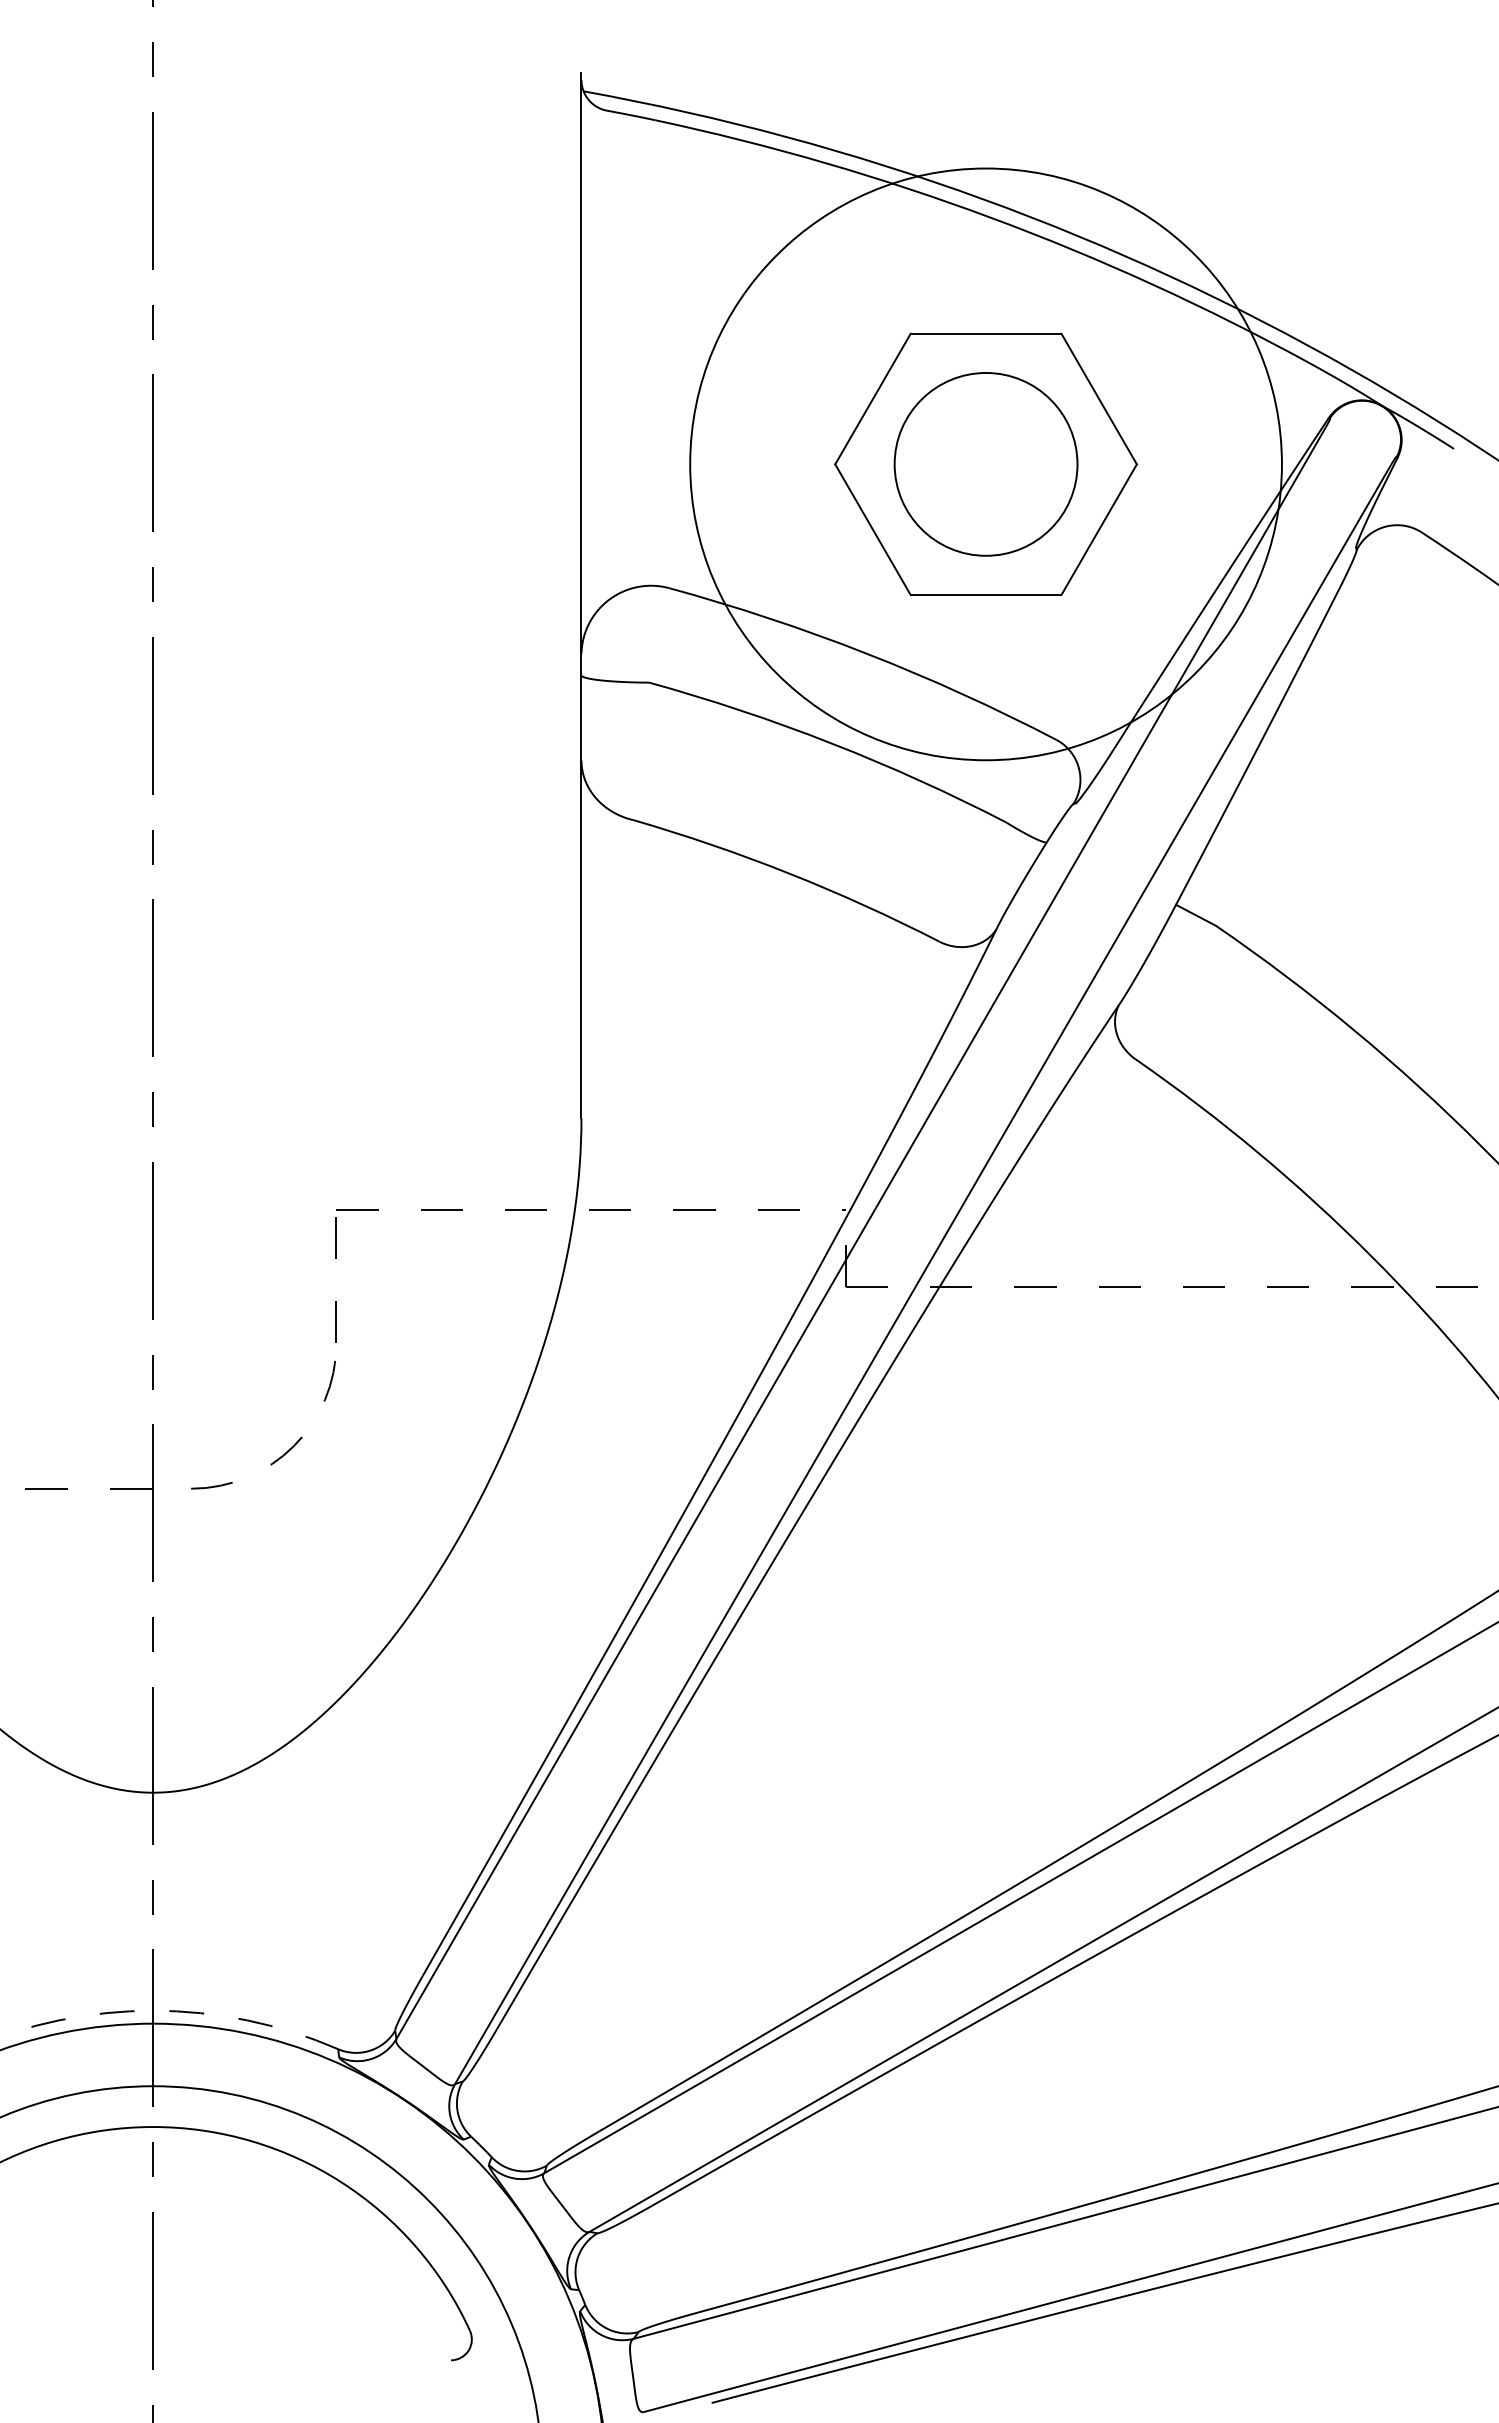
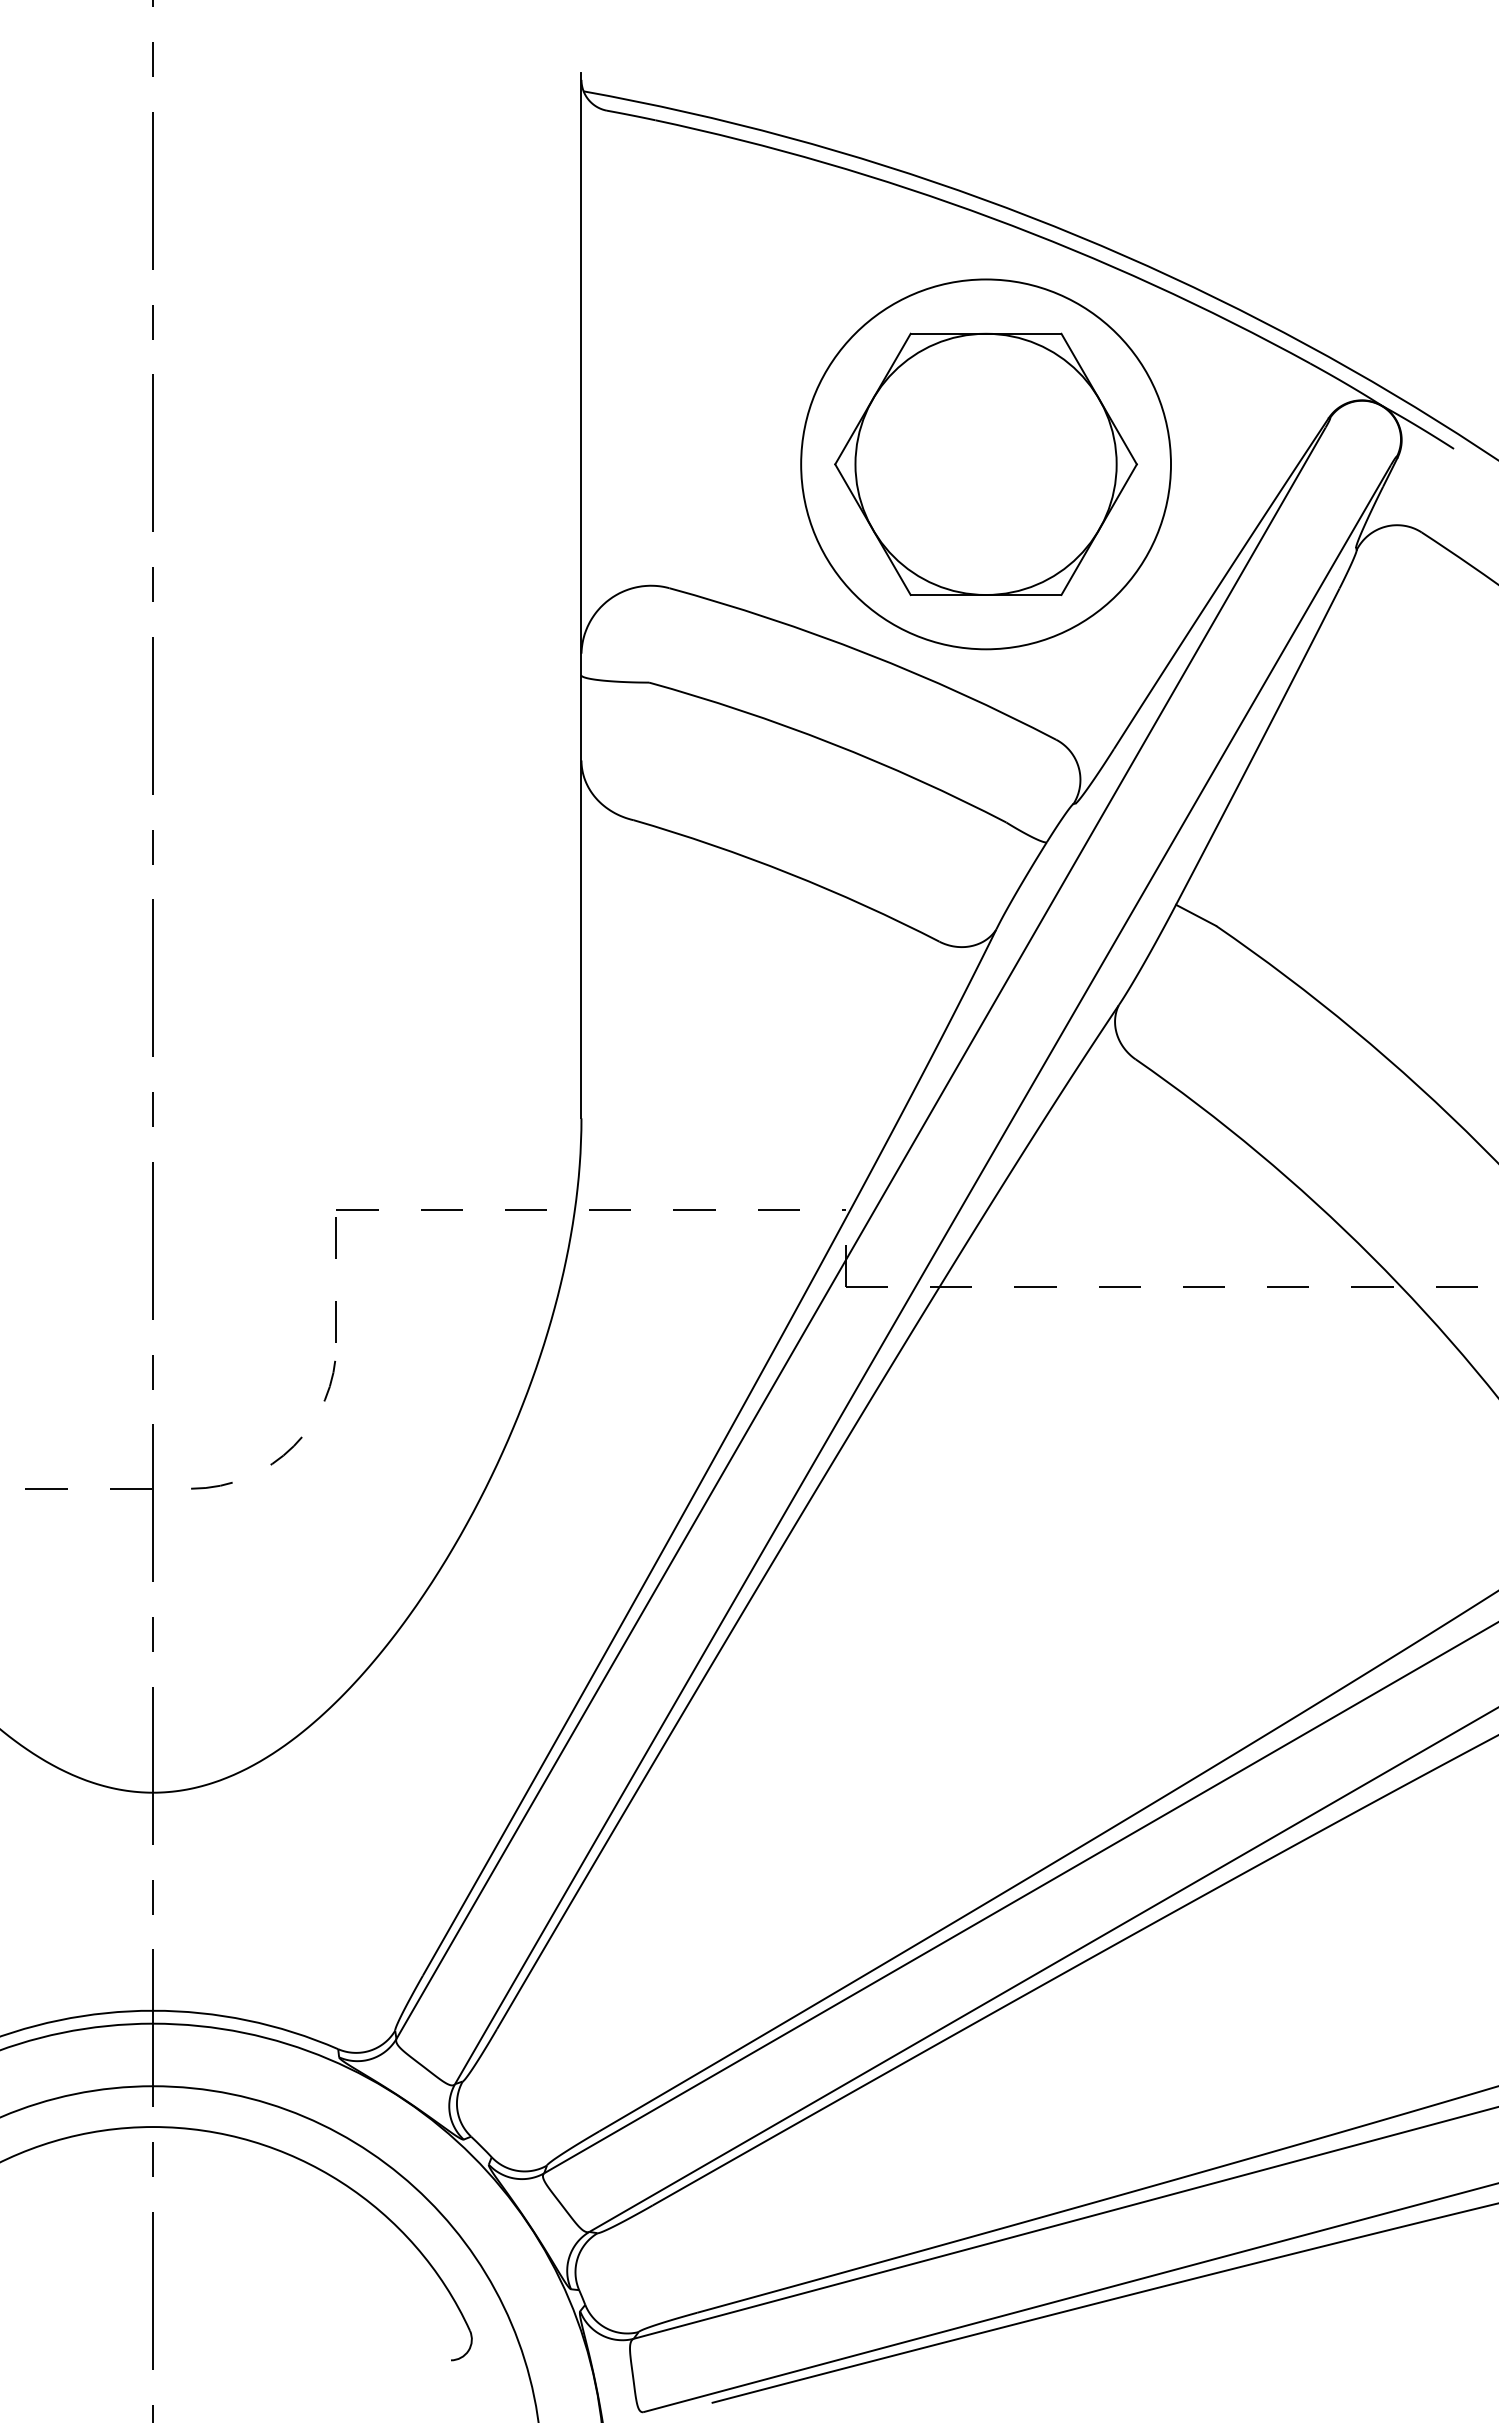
circle at (985, 463) diameter: 183 px -> 261 px
circle at (985, 464) diameter: 592 px -> 370 px
arc at (170, 2011): dashed -> solid
